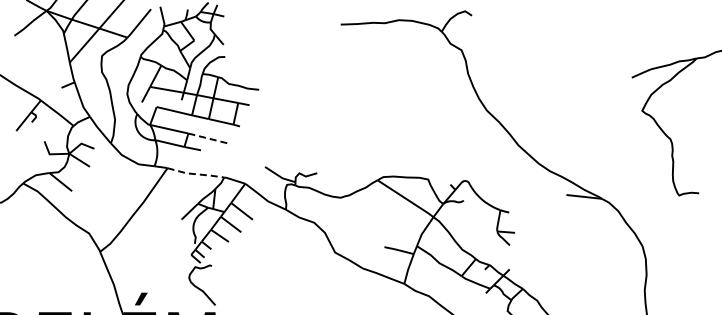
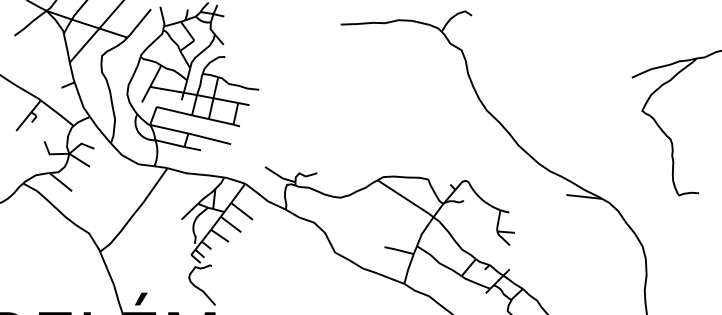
line at (210, 138): dashed -> solid
line at (196, 174): dashed -> solid
